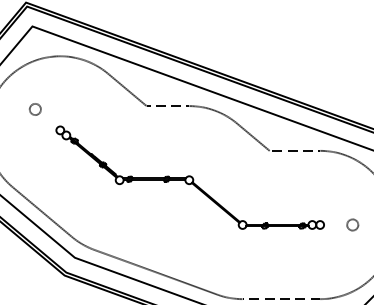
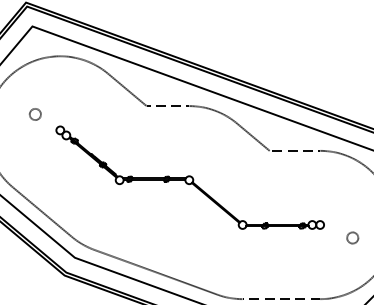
circle at (34, 109) position: (34, 109) -> (34, 114)
circle at (352, 224) position: (352, 224) -> (352, 237)
